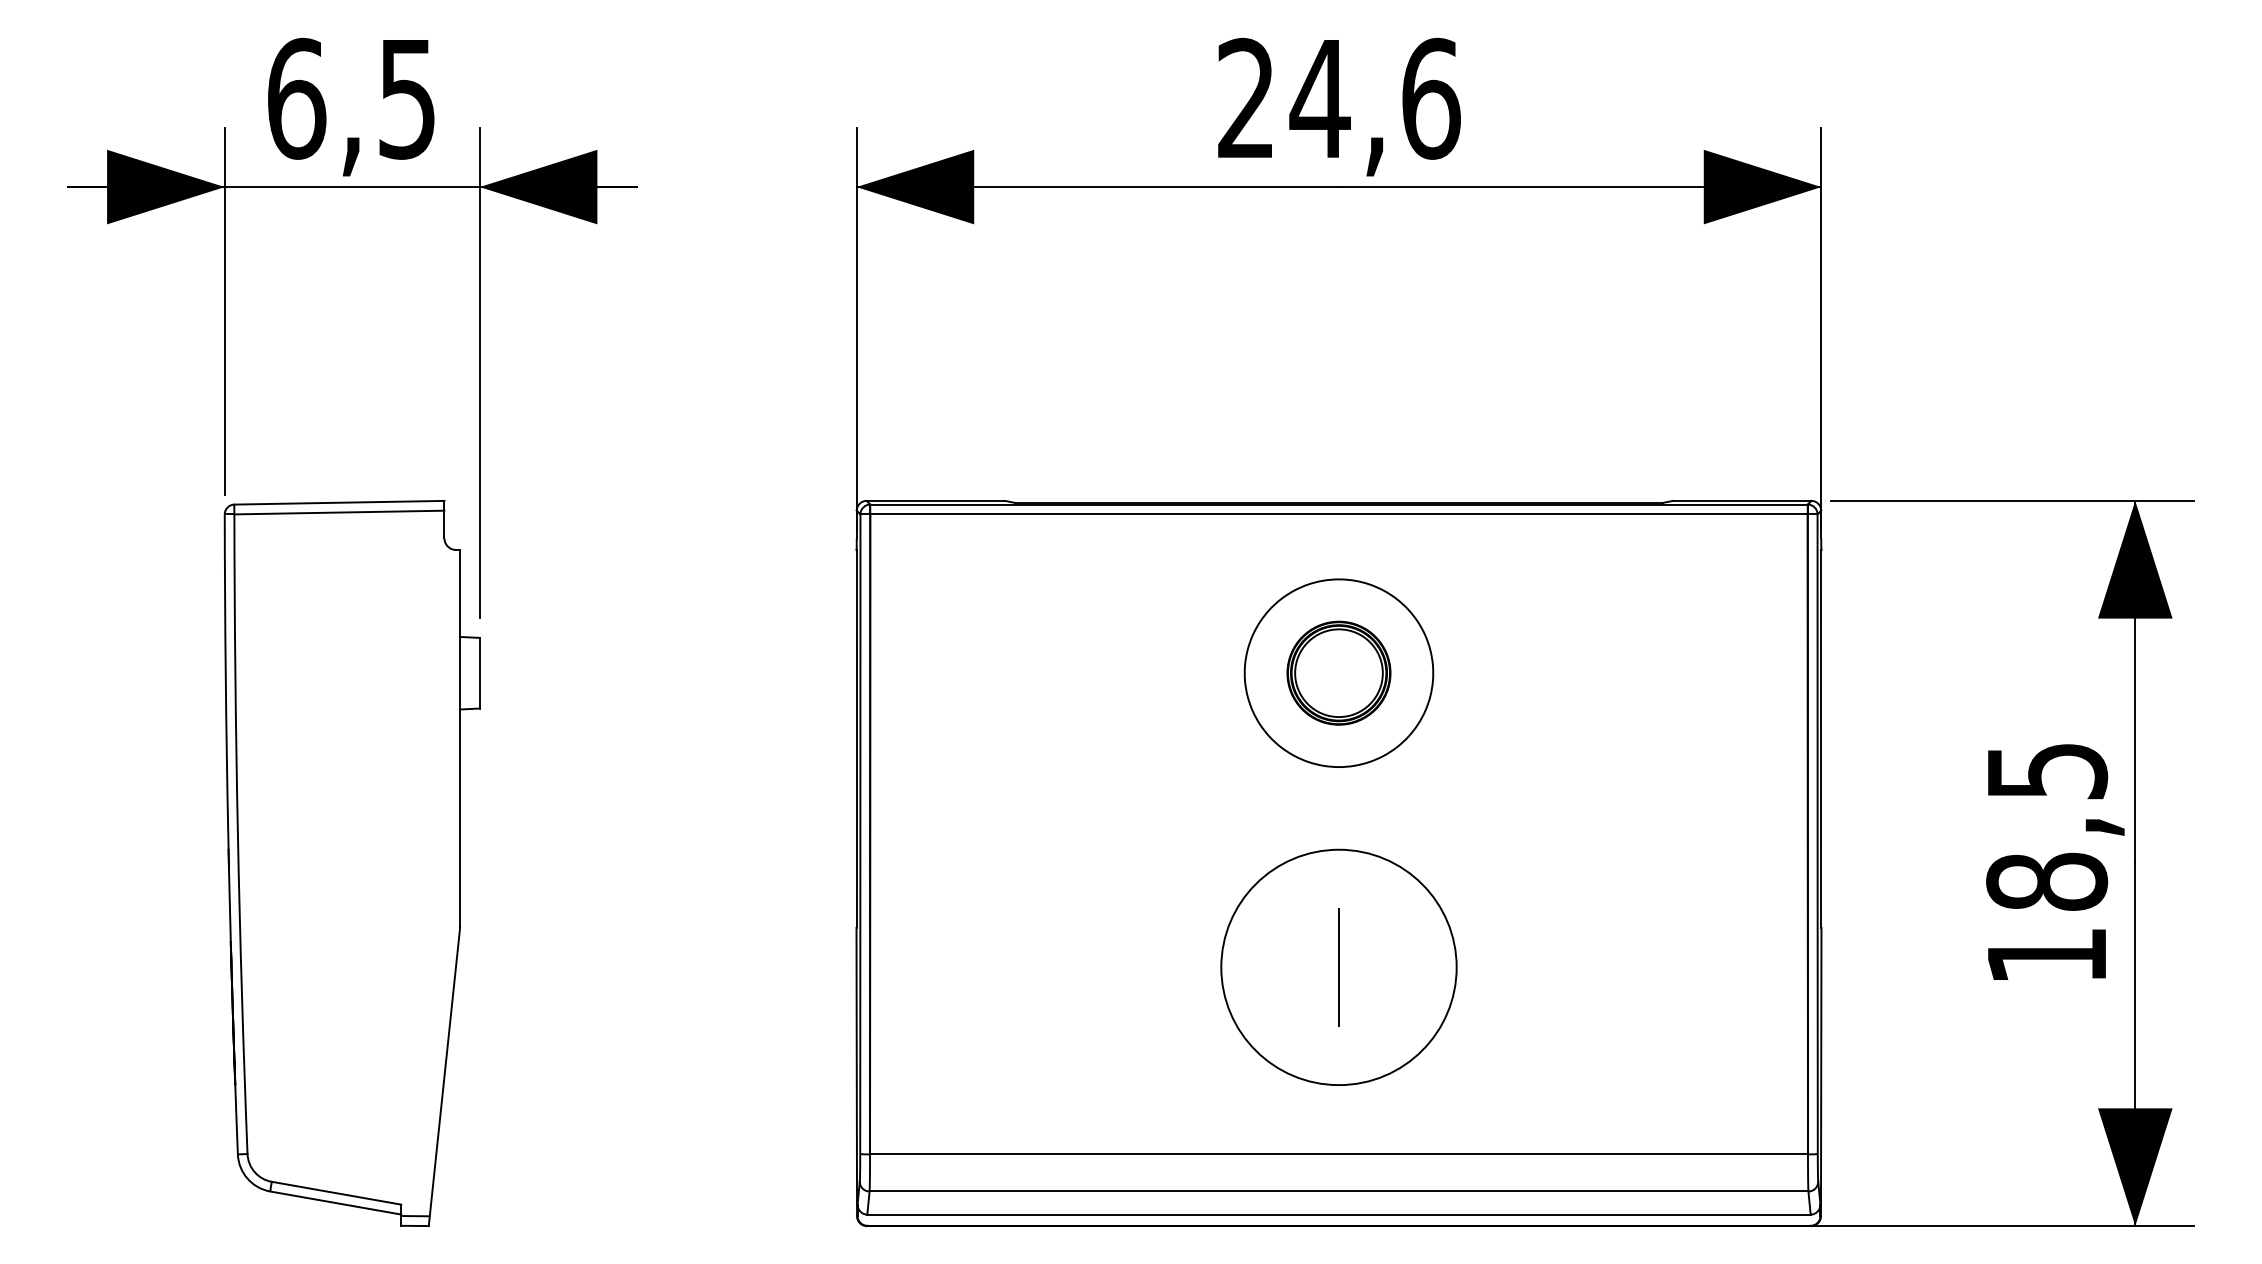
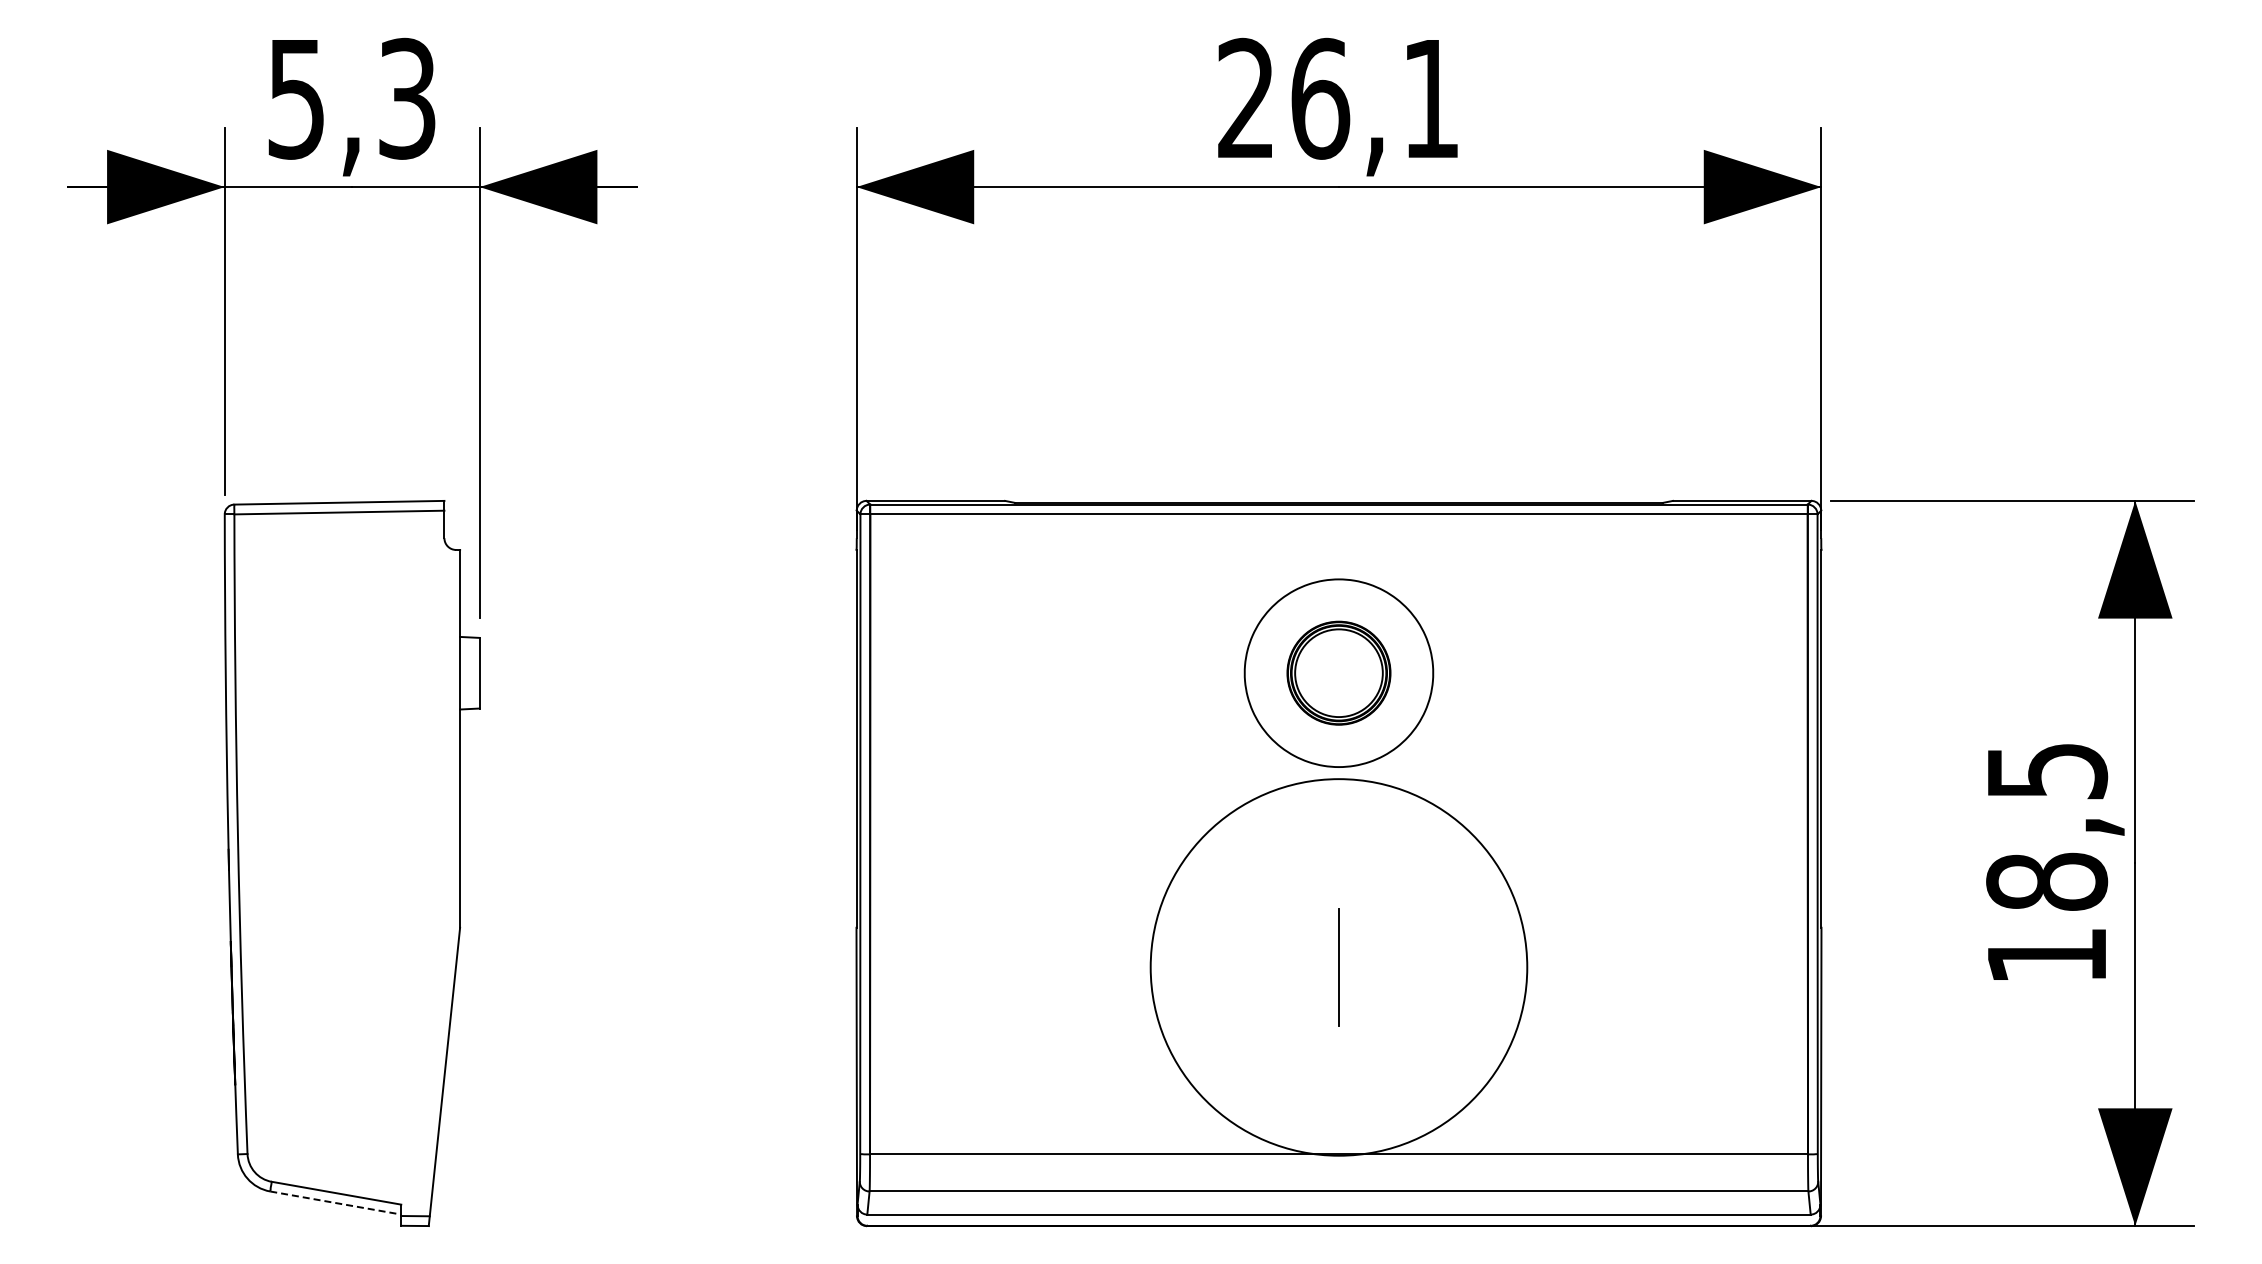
text at (351, 98): 6,5 -> 5,3
text at (1374, 98): 24,6 -> 26,1
circle at (1338, 967) diameter: 235 px -> 377 px
line at (335, 1203): solid -> dashed
